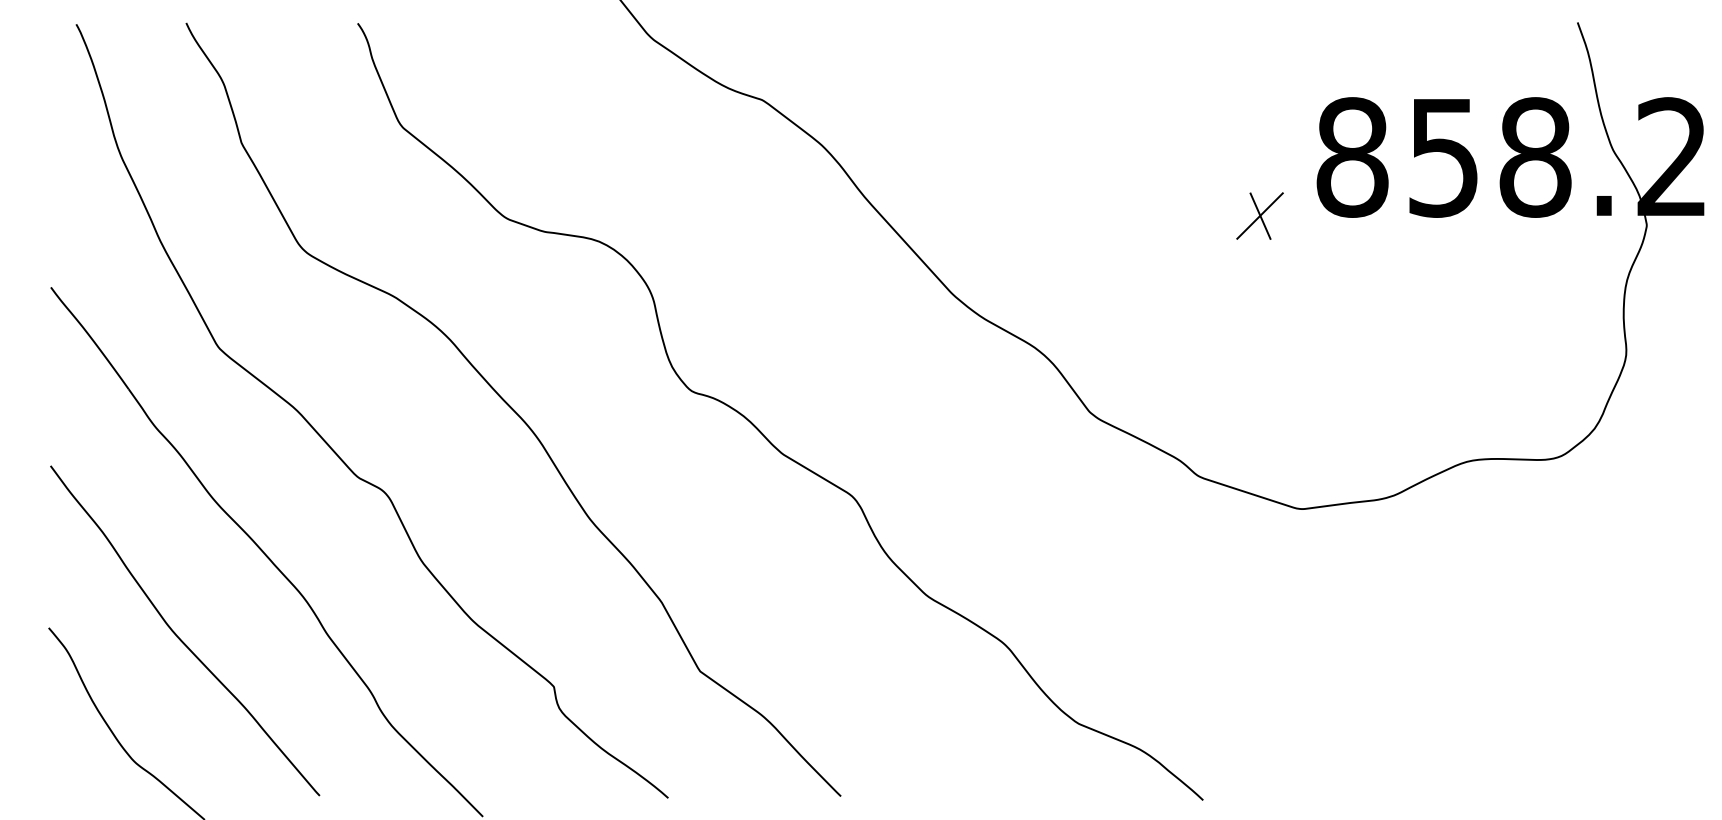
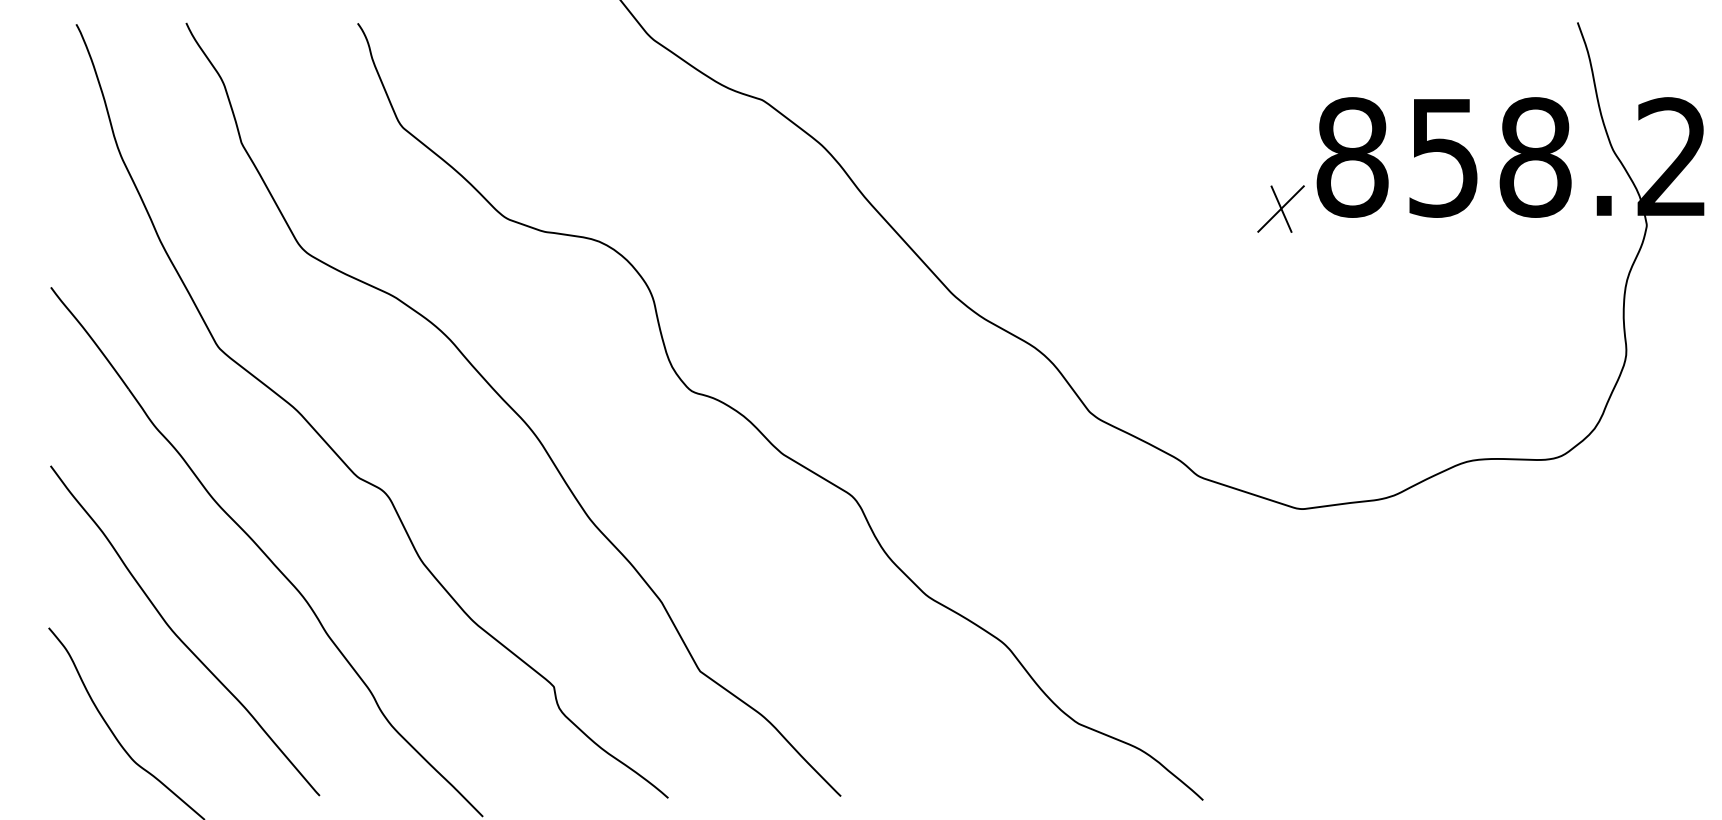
part at (1259, 215) position: (1259, 215) -> (1280, 208)
